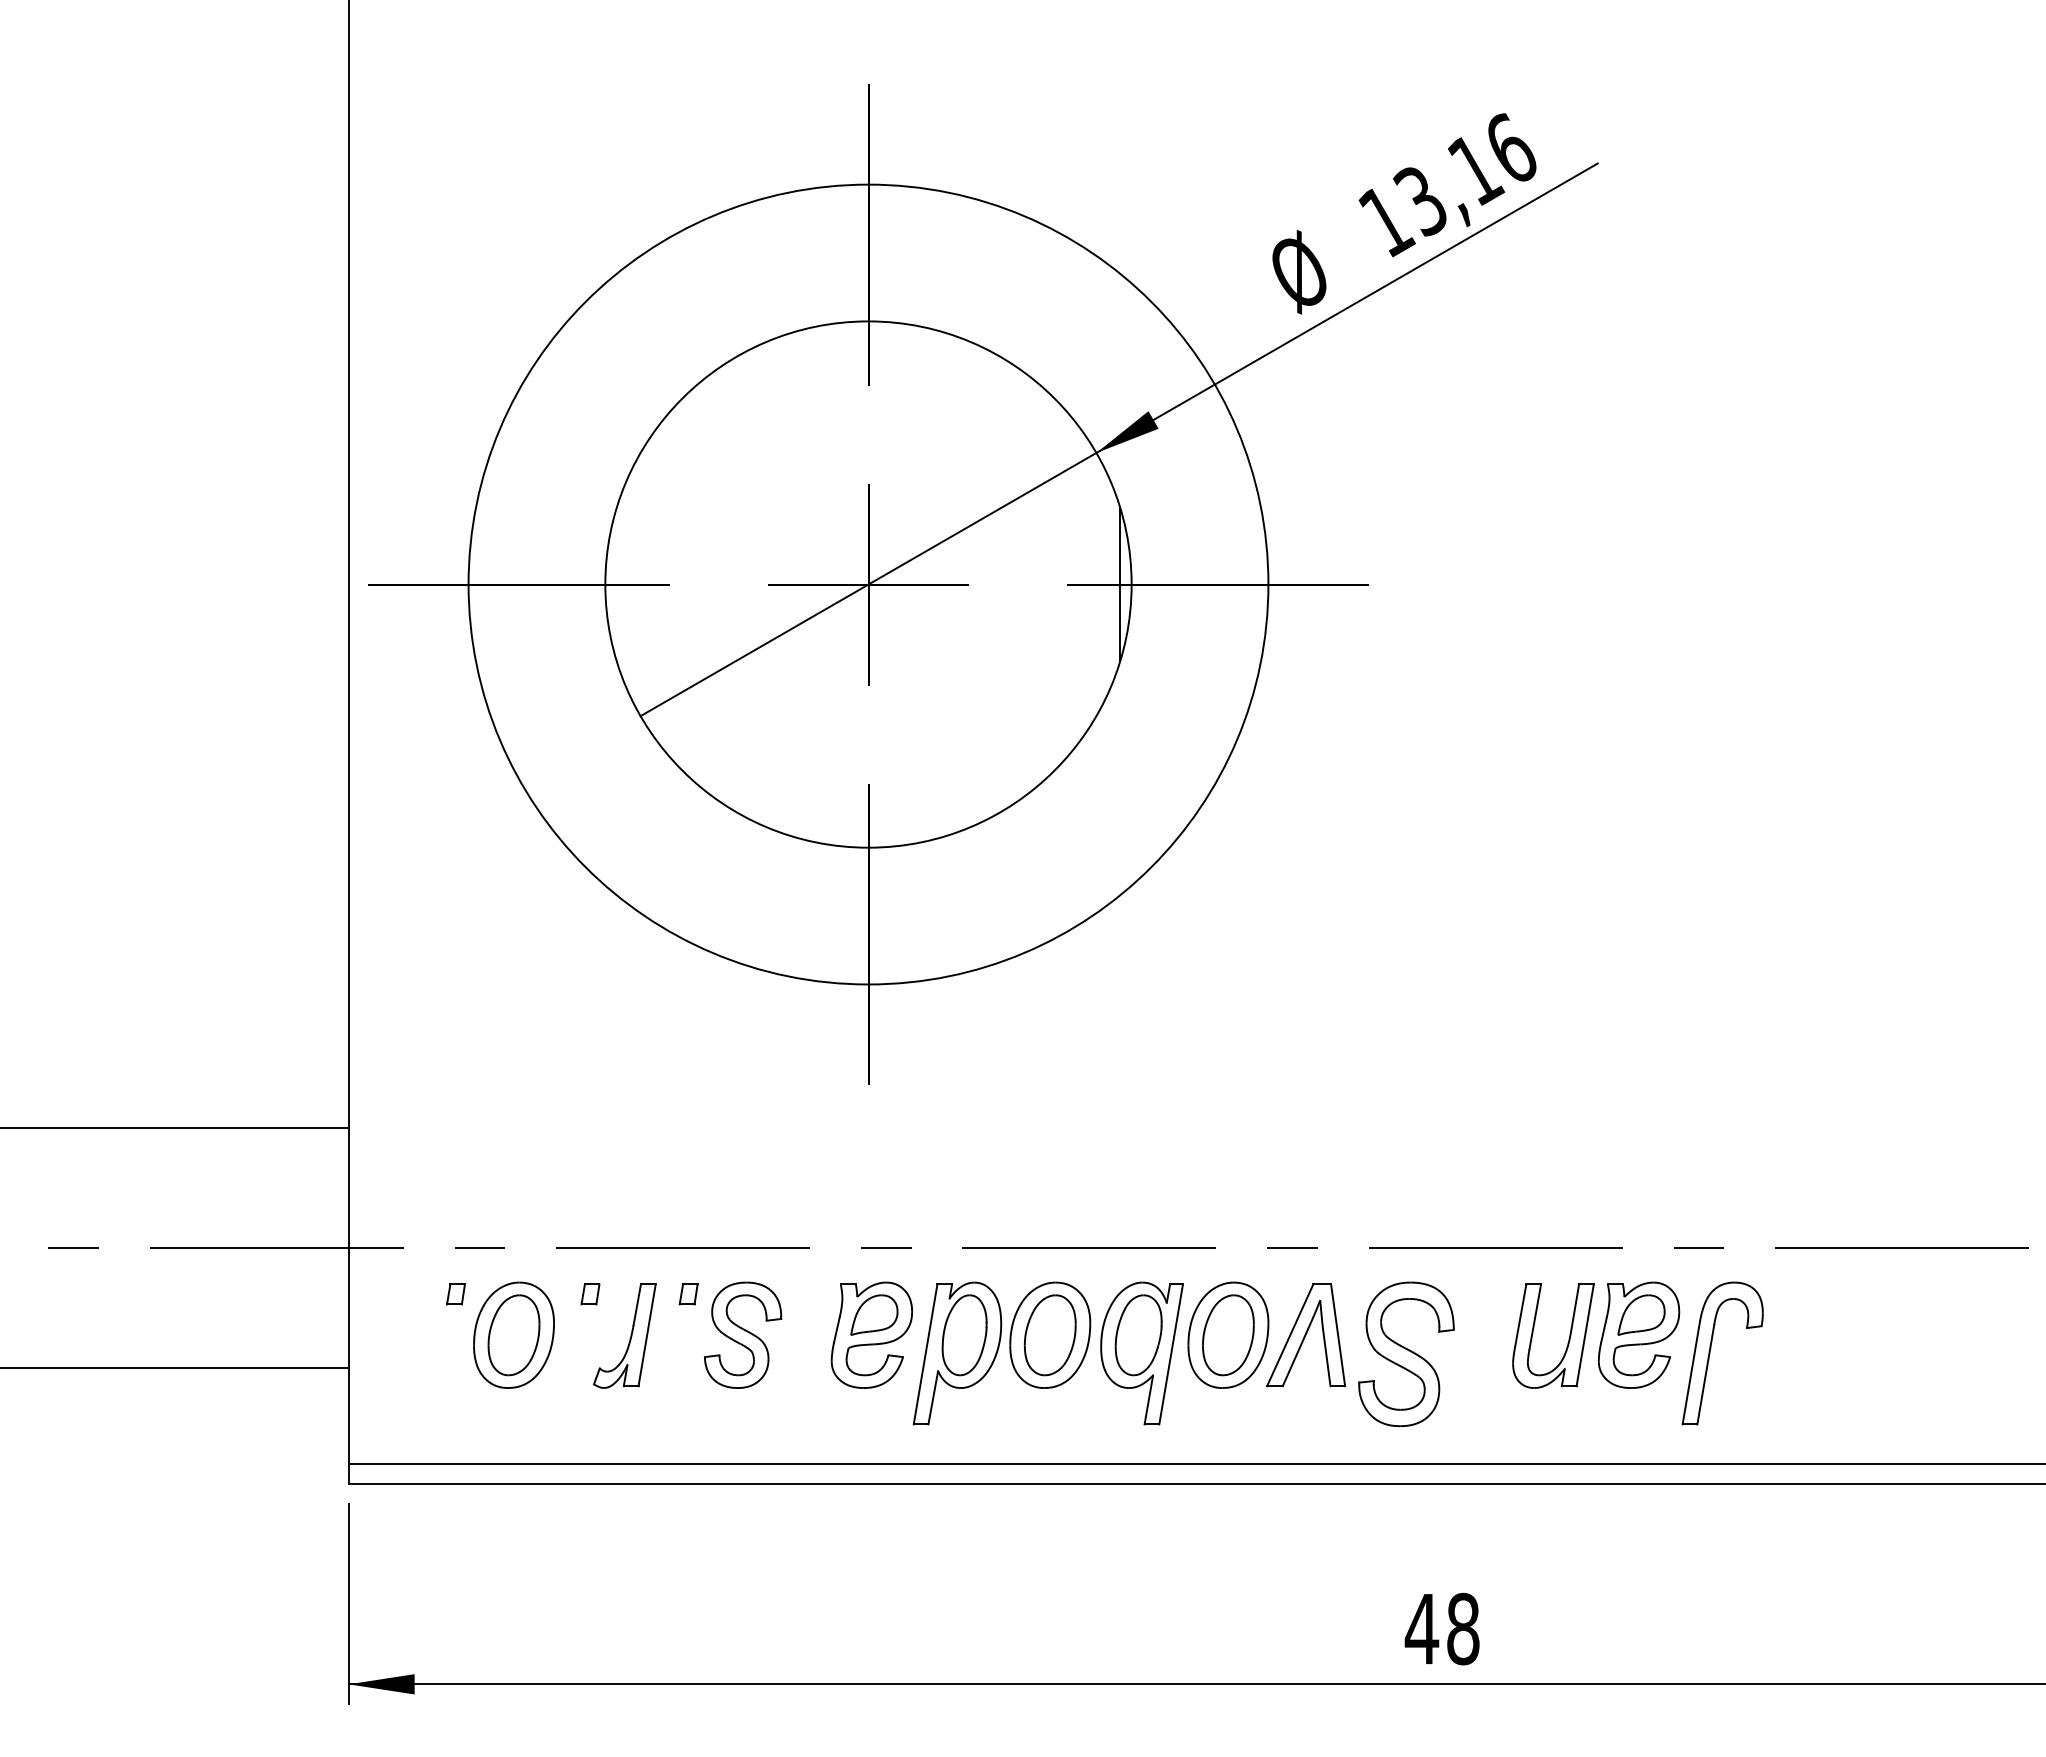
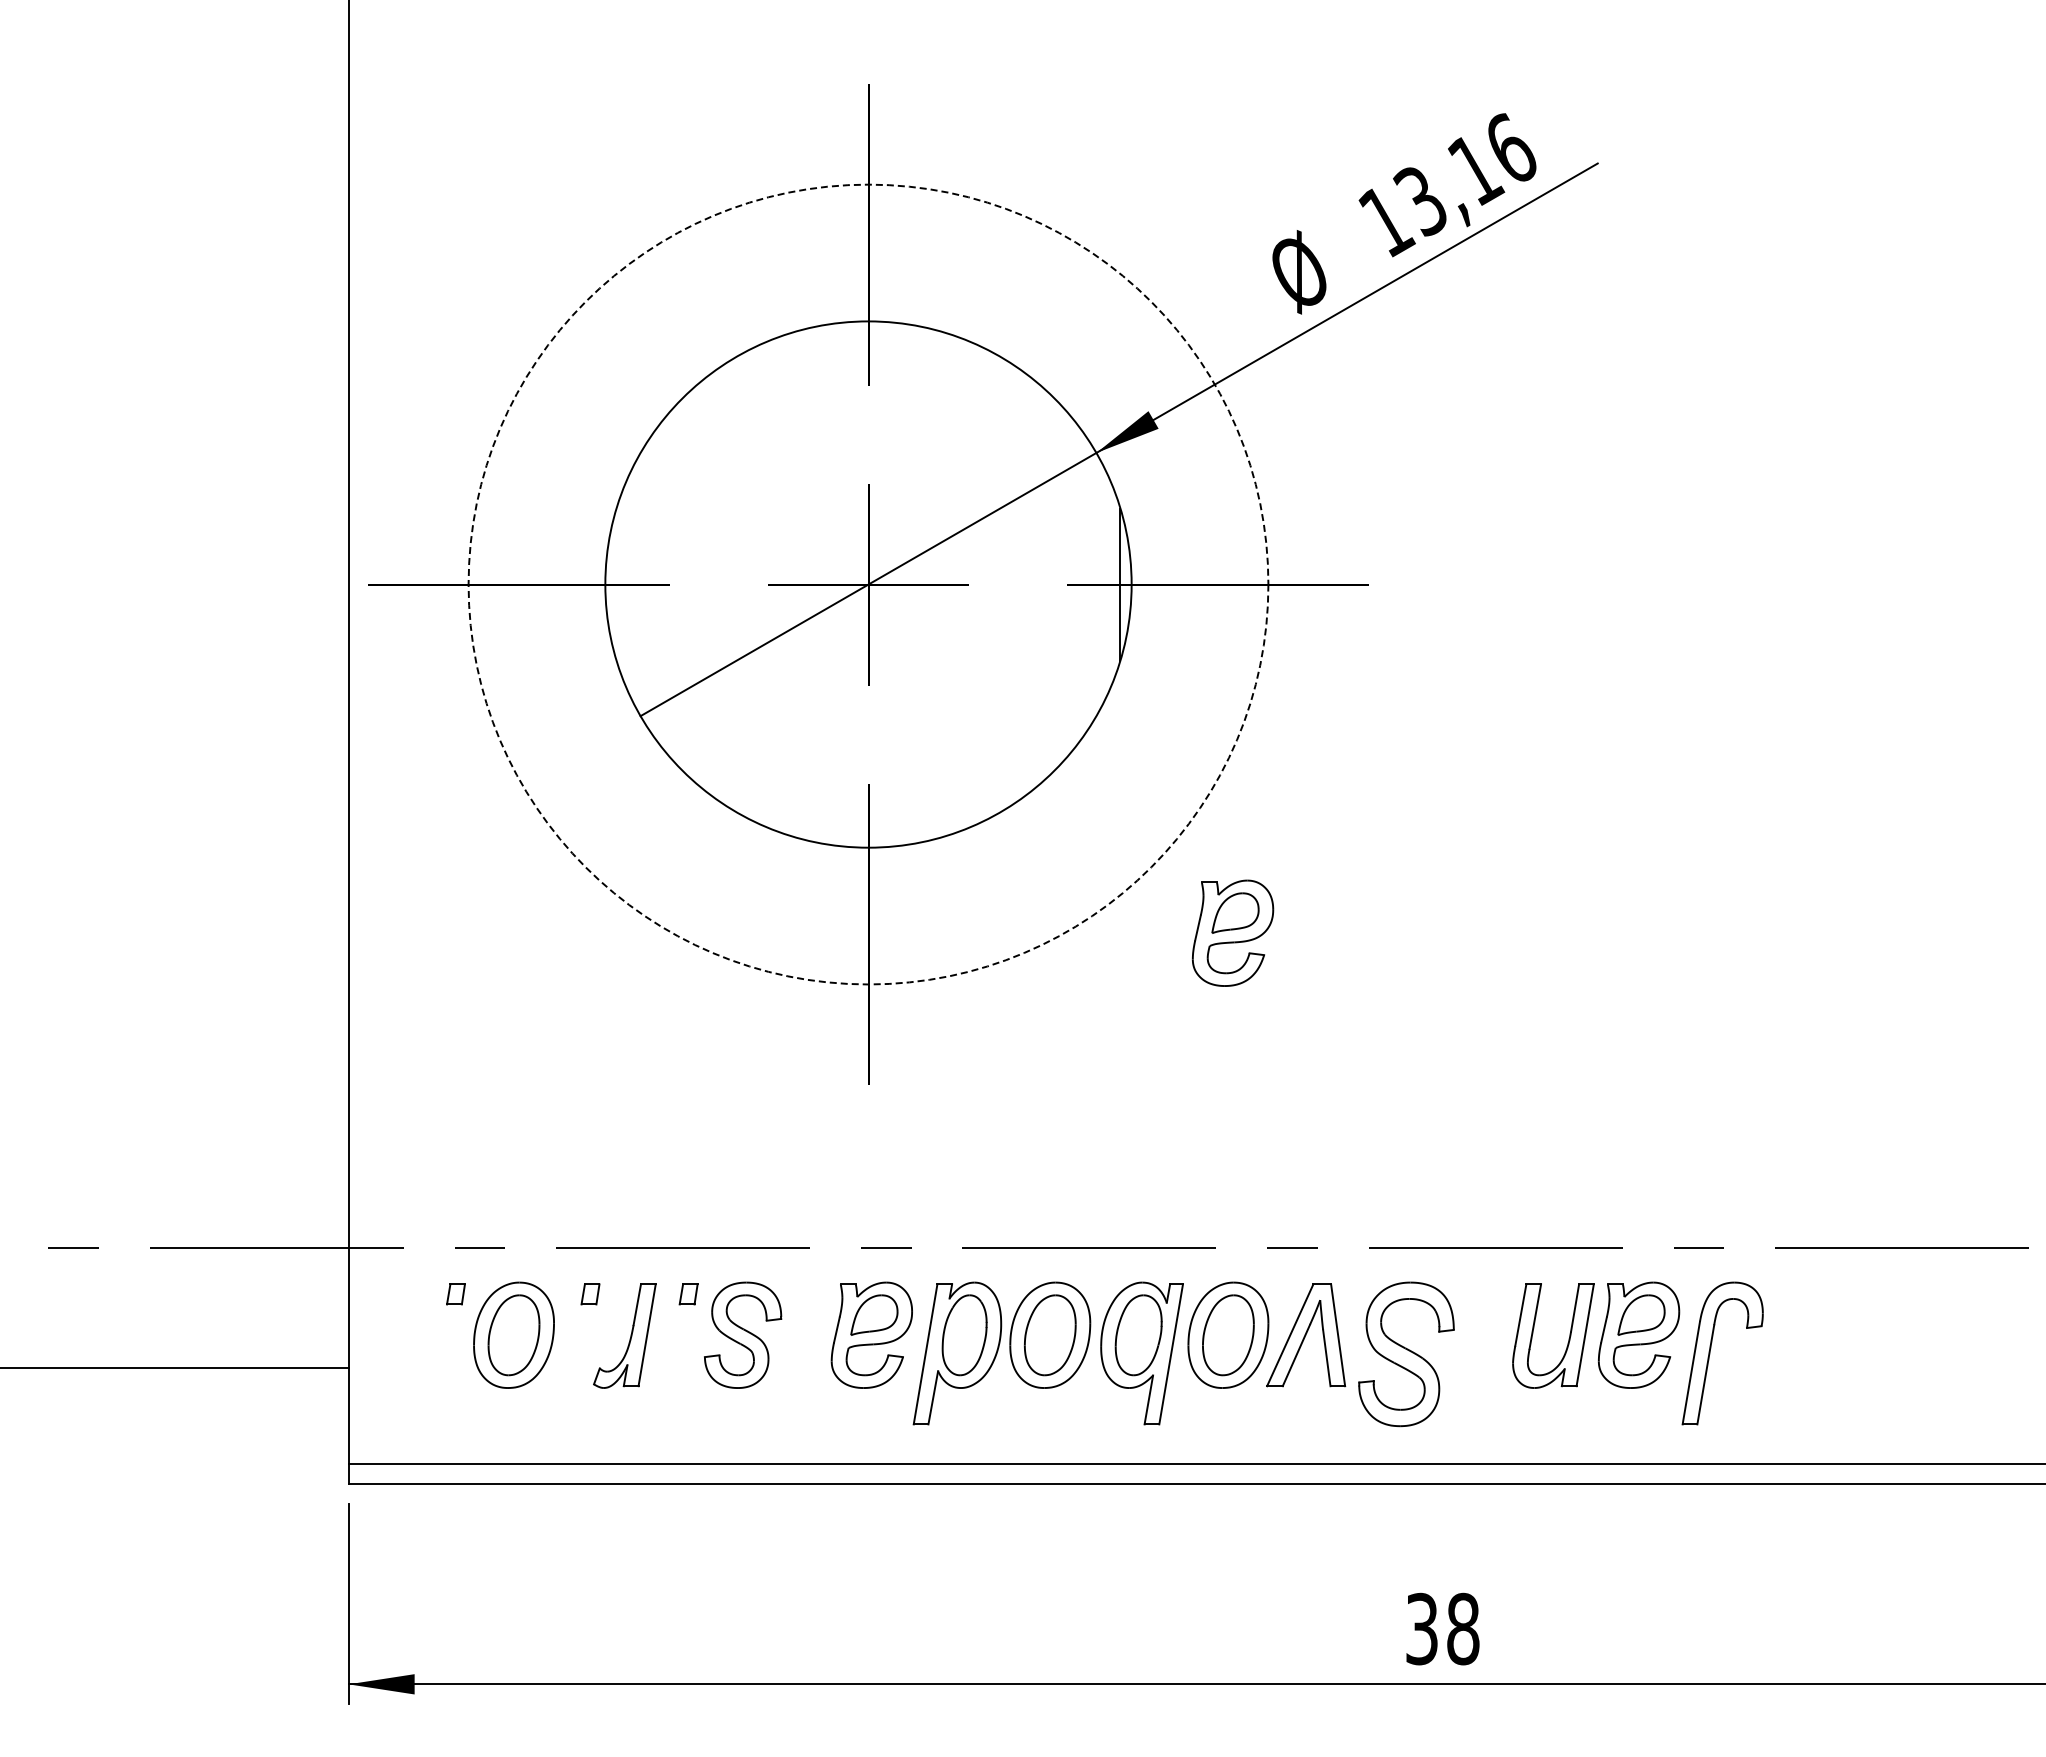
circle at (868, 584): solid -> dashed
part at (1233, 932): none -> present
line at (175, 1128): present -> none
text at (1421, 1628): 48 -> 38
